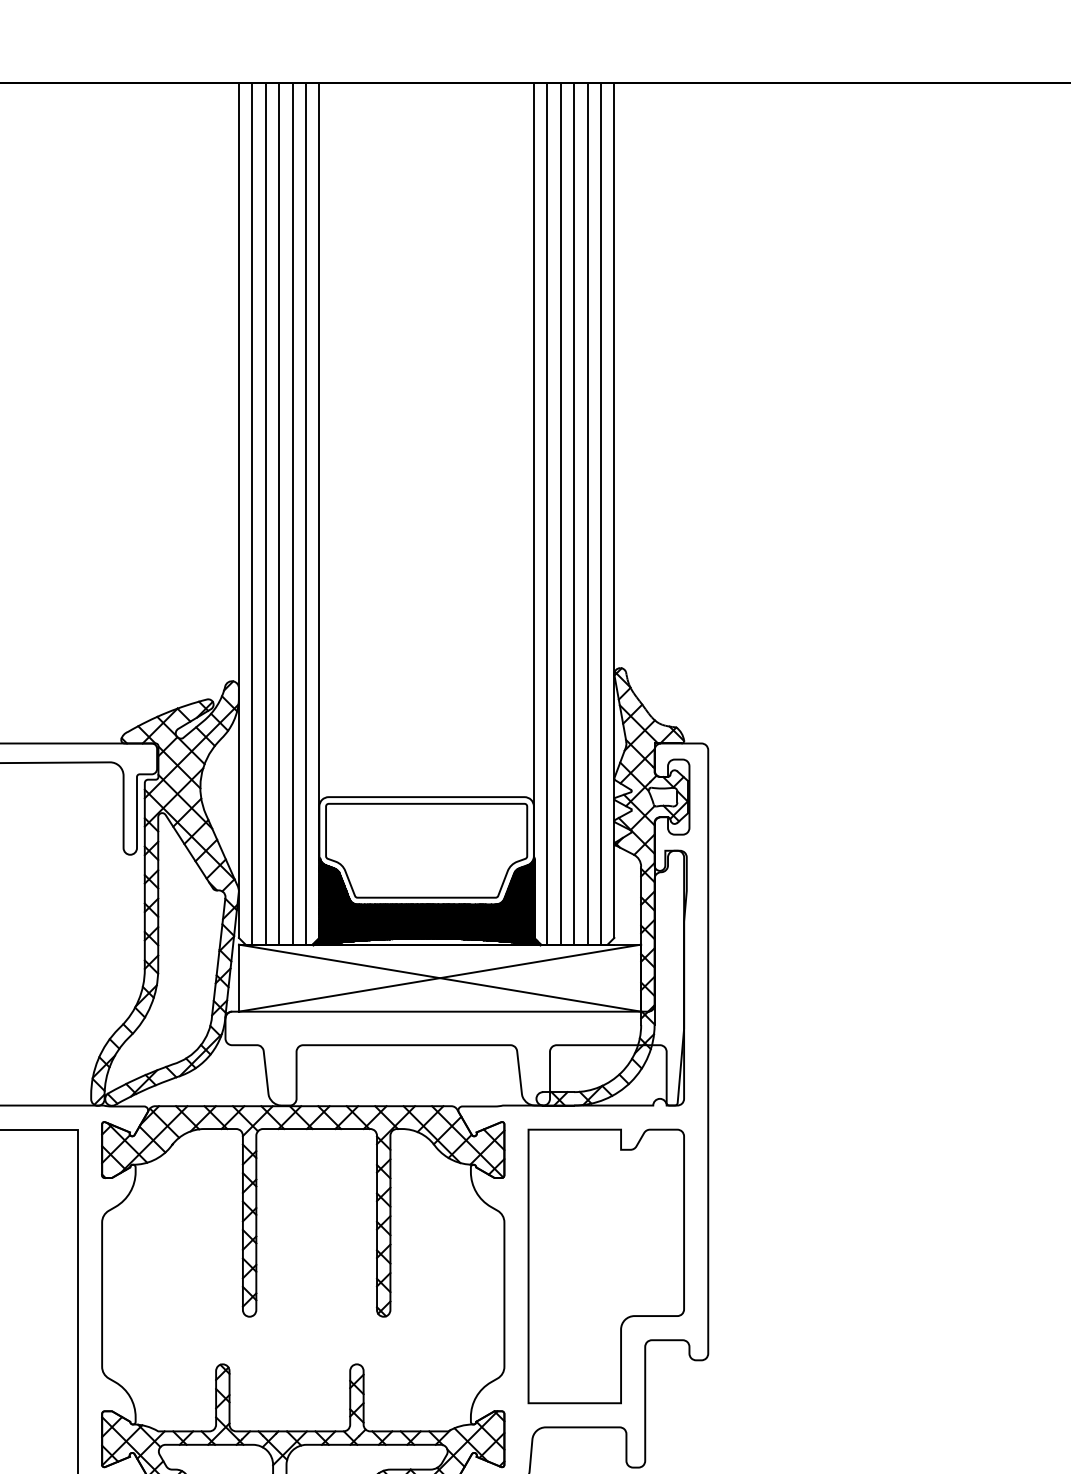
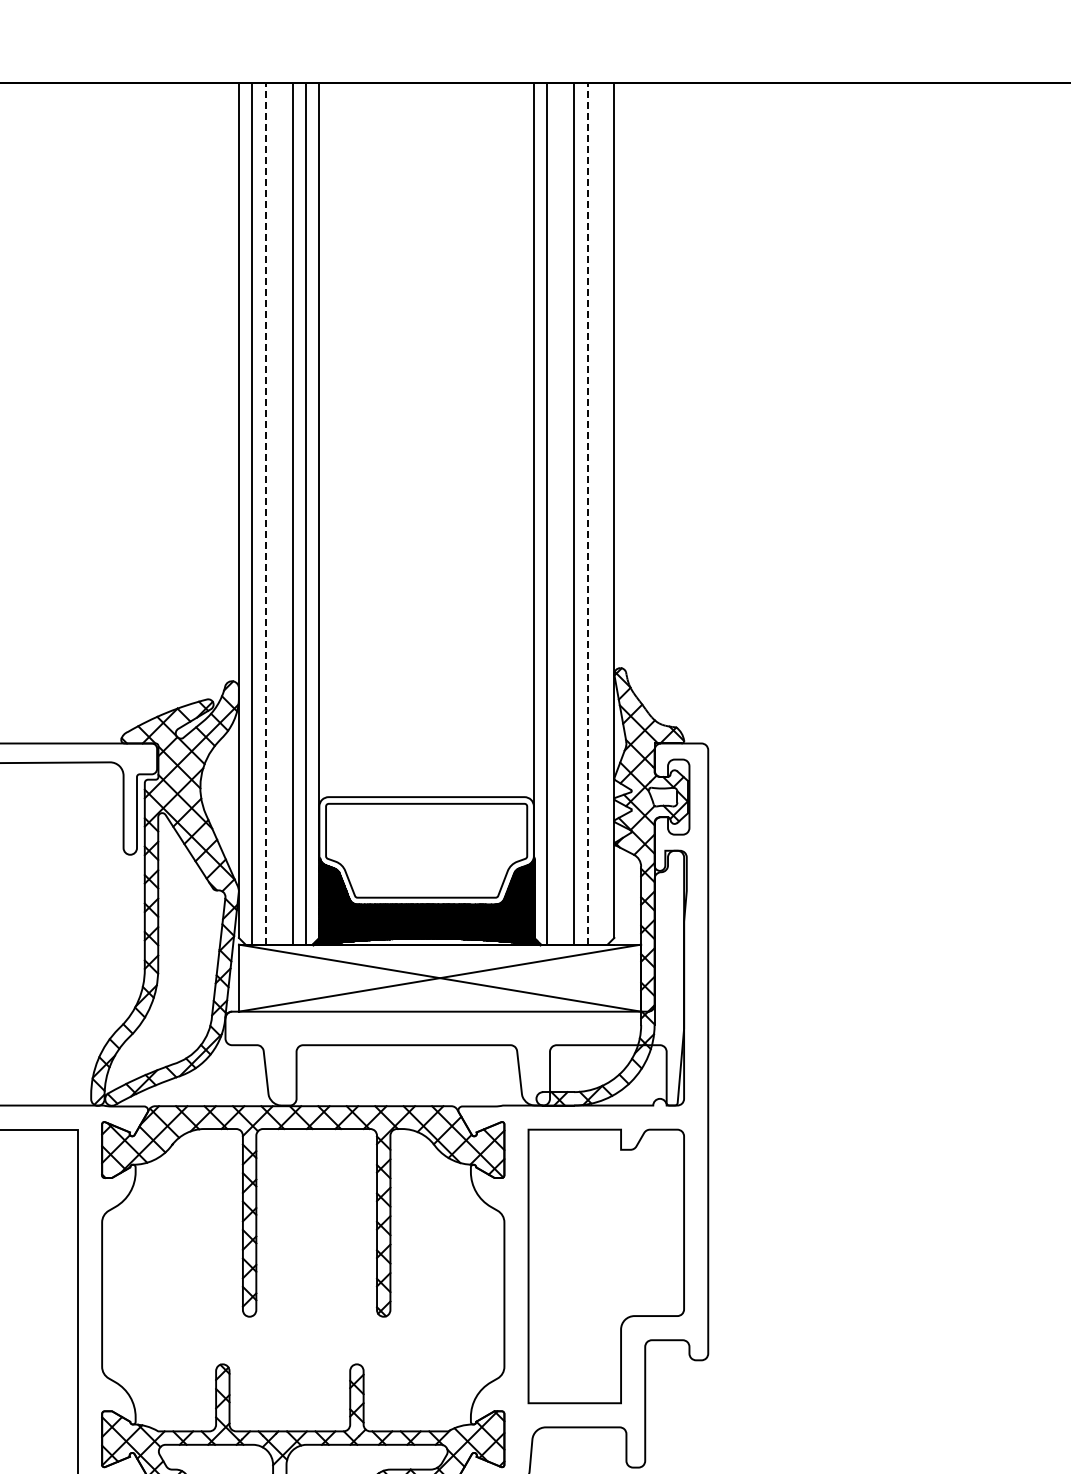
line at (265, 513): solid -> dashed
line at (279, 513): present -> none
line at (560, 513): present -> none
line at (587, 513): solid -> dashed
line at (600, 513): present -> none
